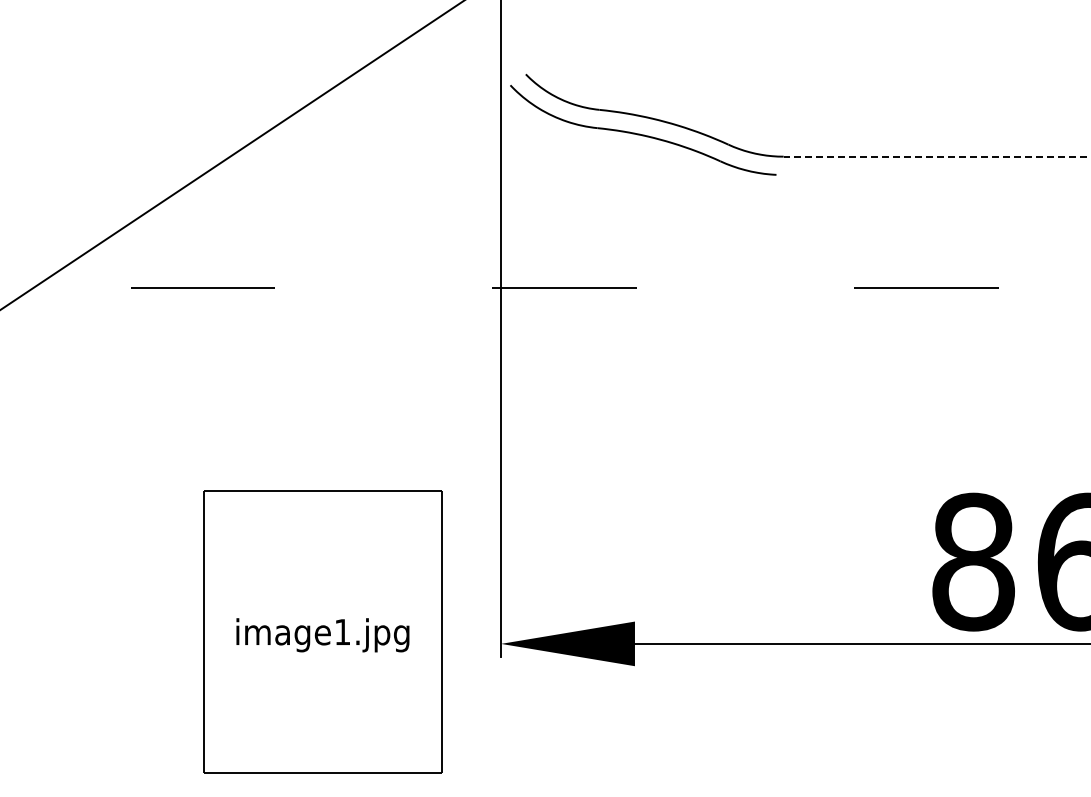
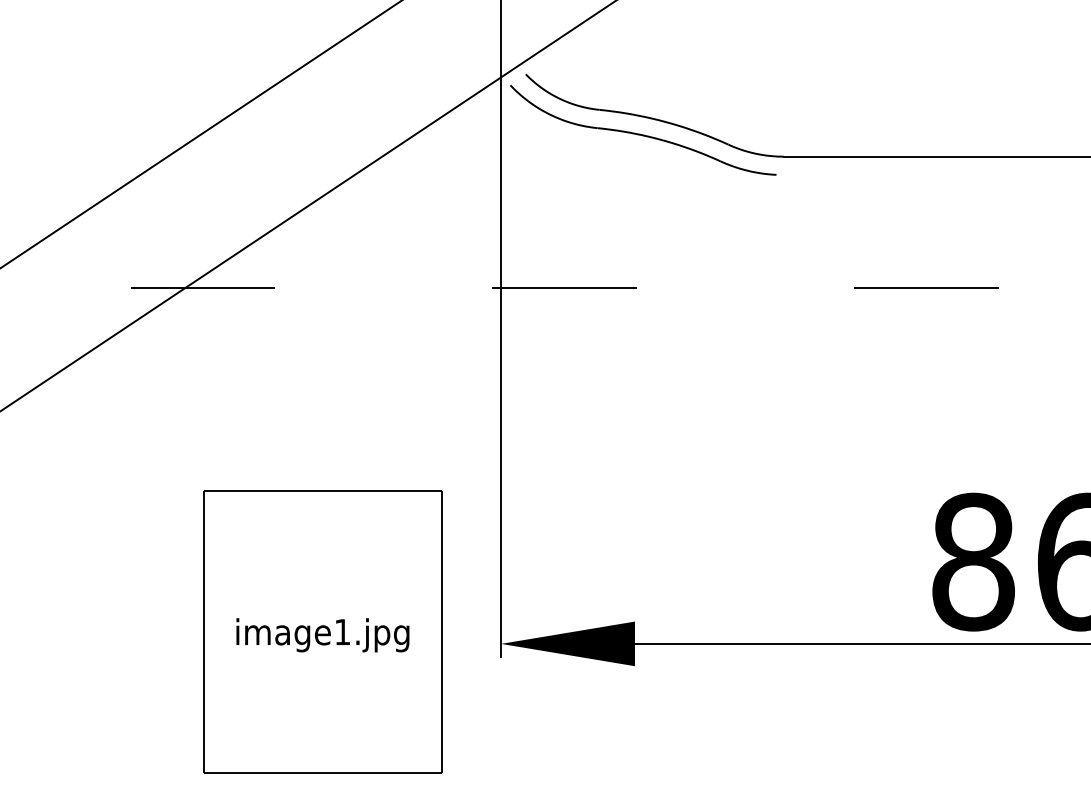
line at (231, 155) position: (231, 155) -> (200, 134)
line at (936, 156): dashed -> solid
line at (307, 205): none -> present
